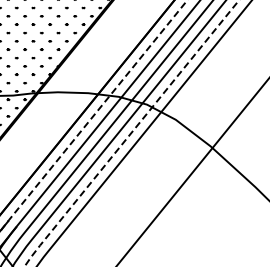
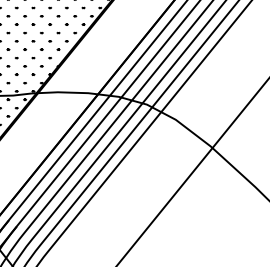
line at (92, 117): dashed -> solid
line at (130, 134): dashed -> solid
